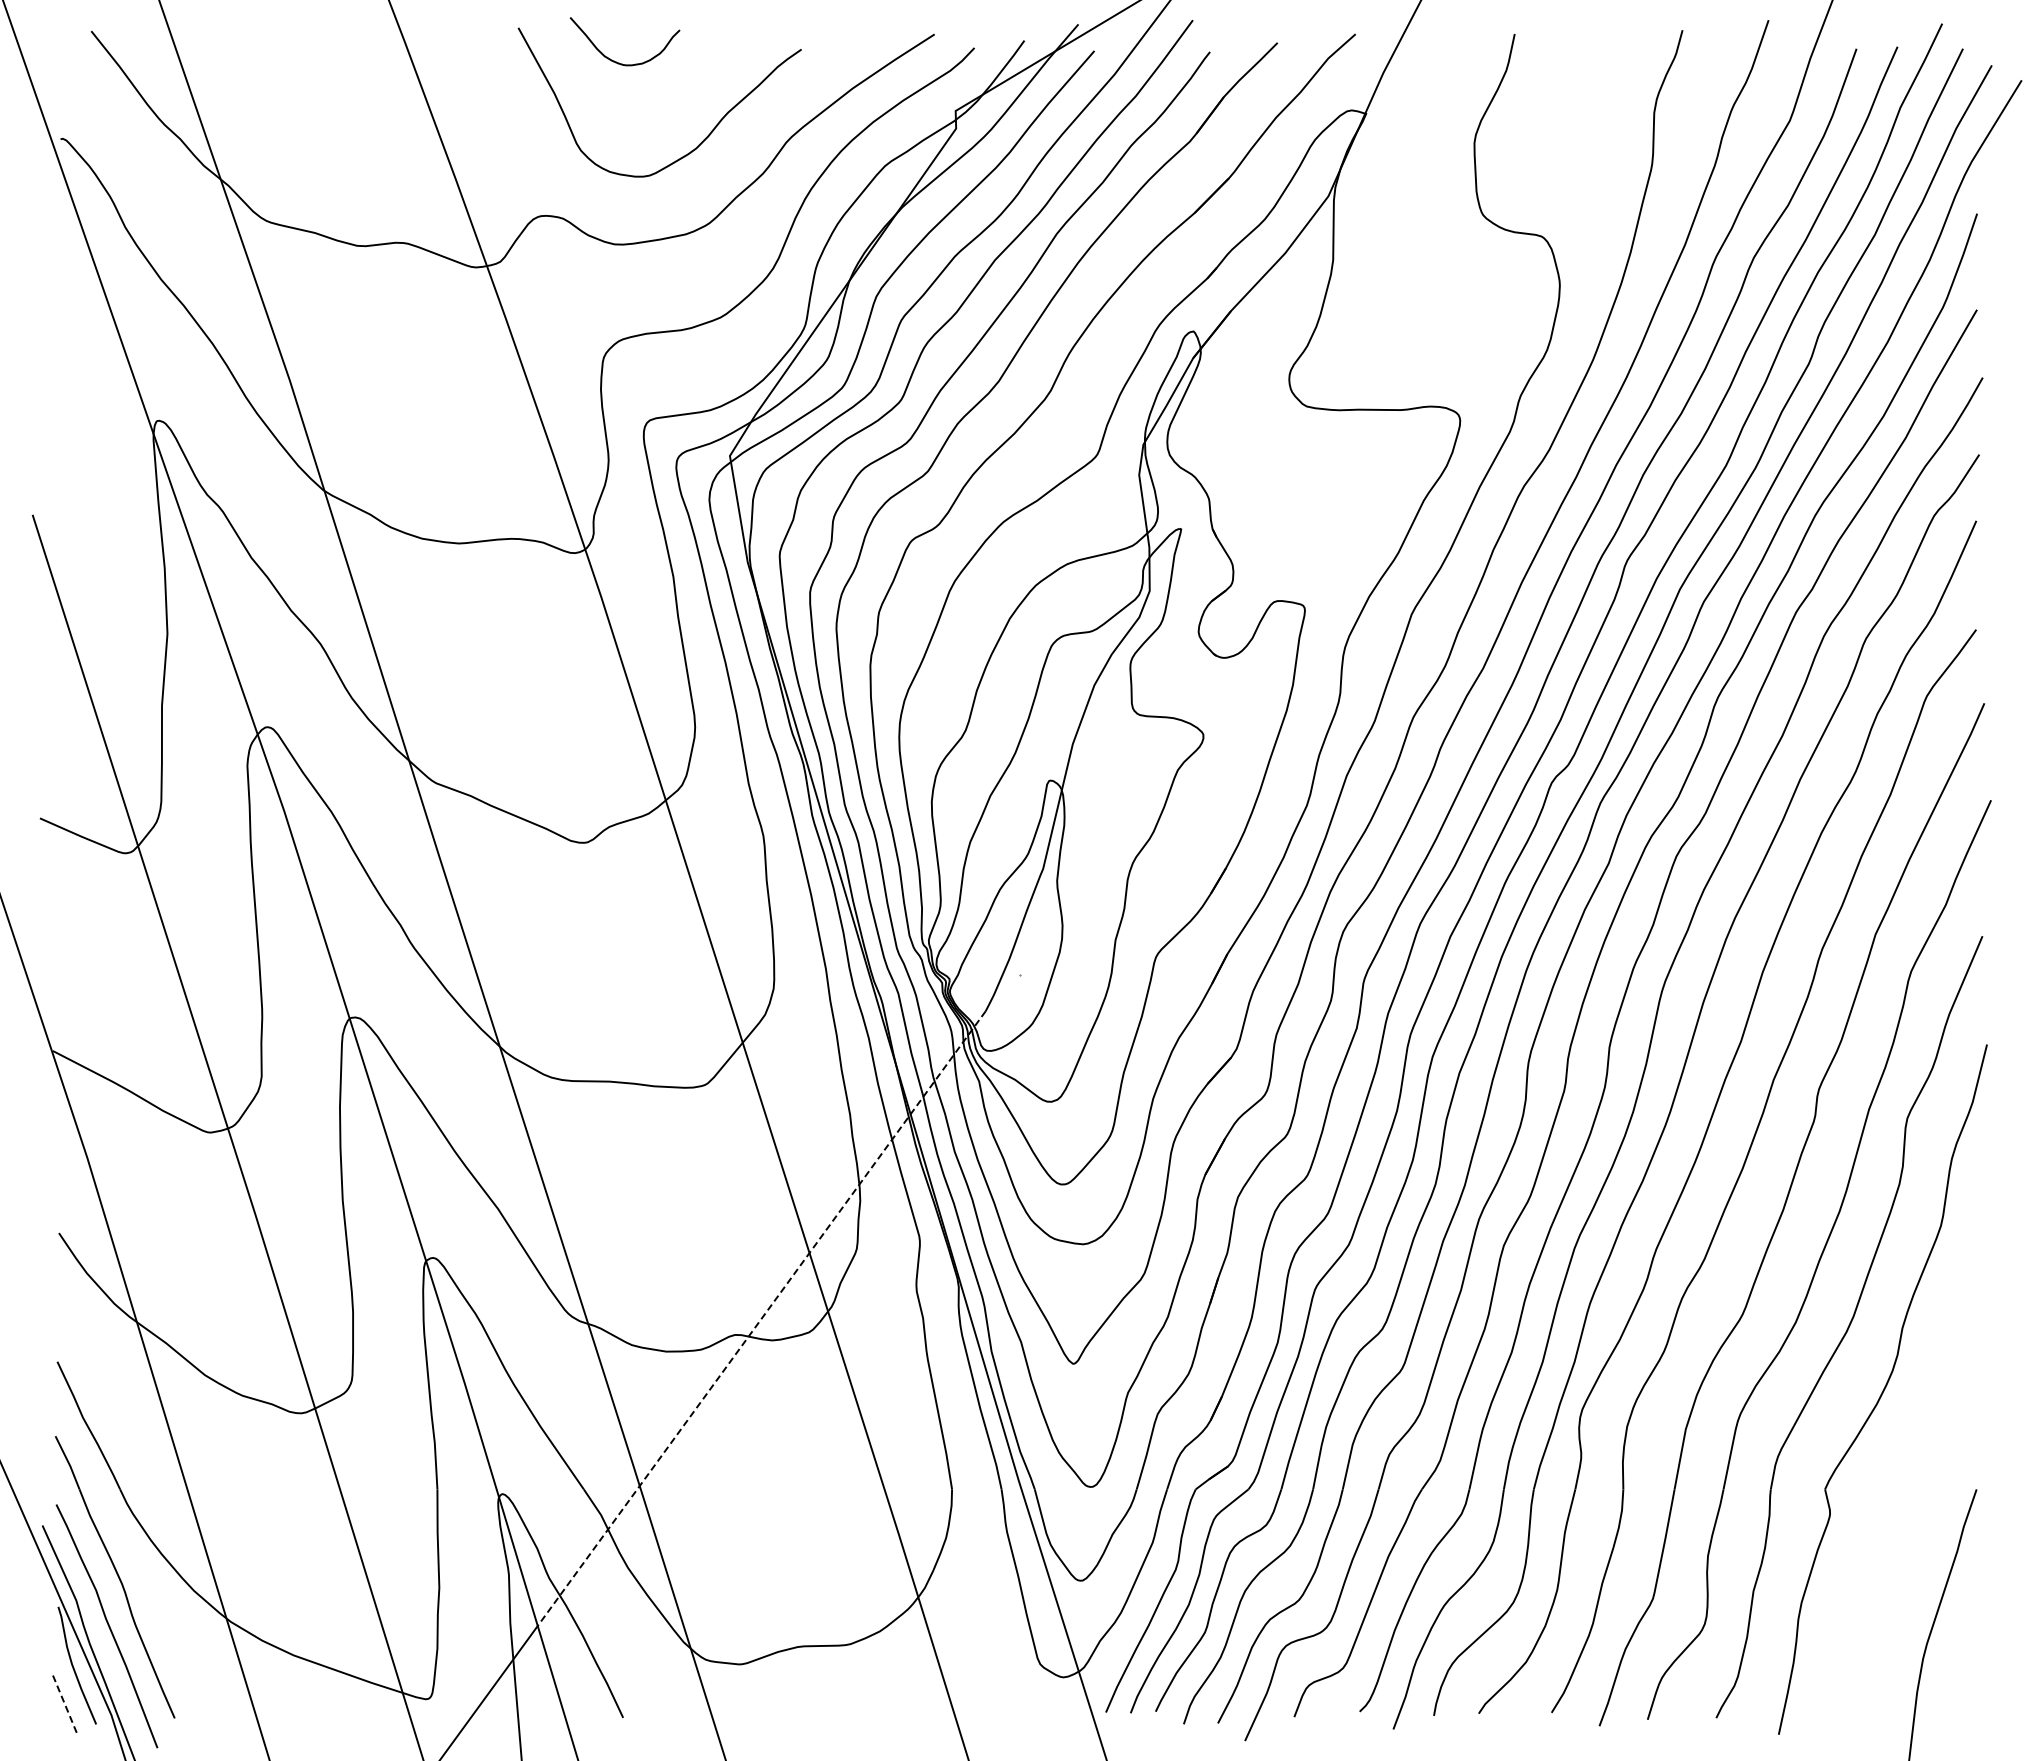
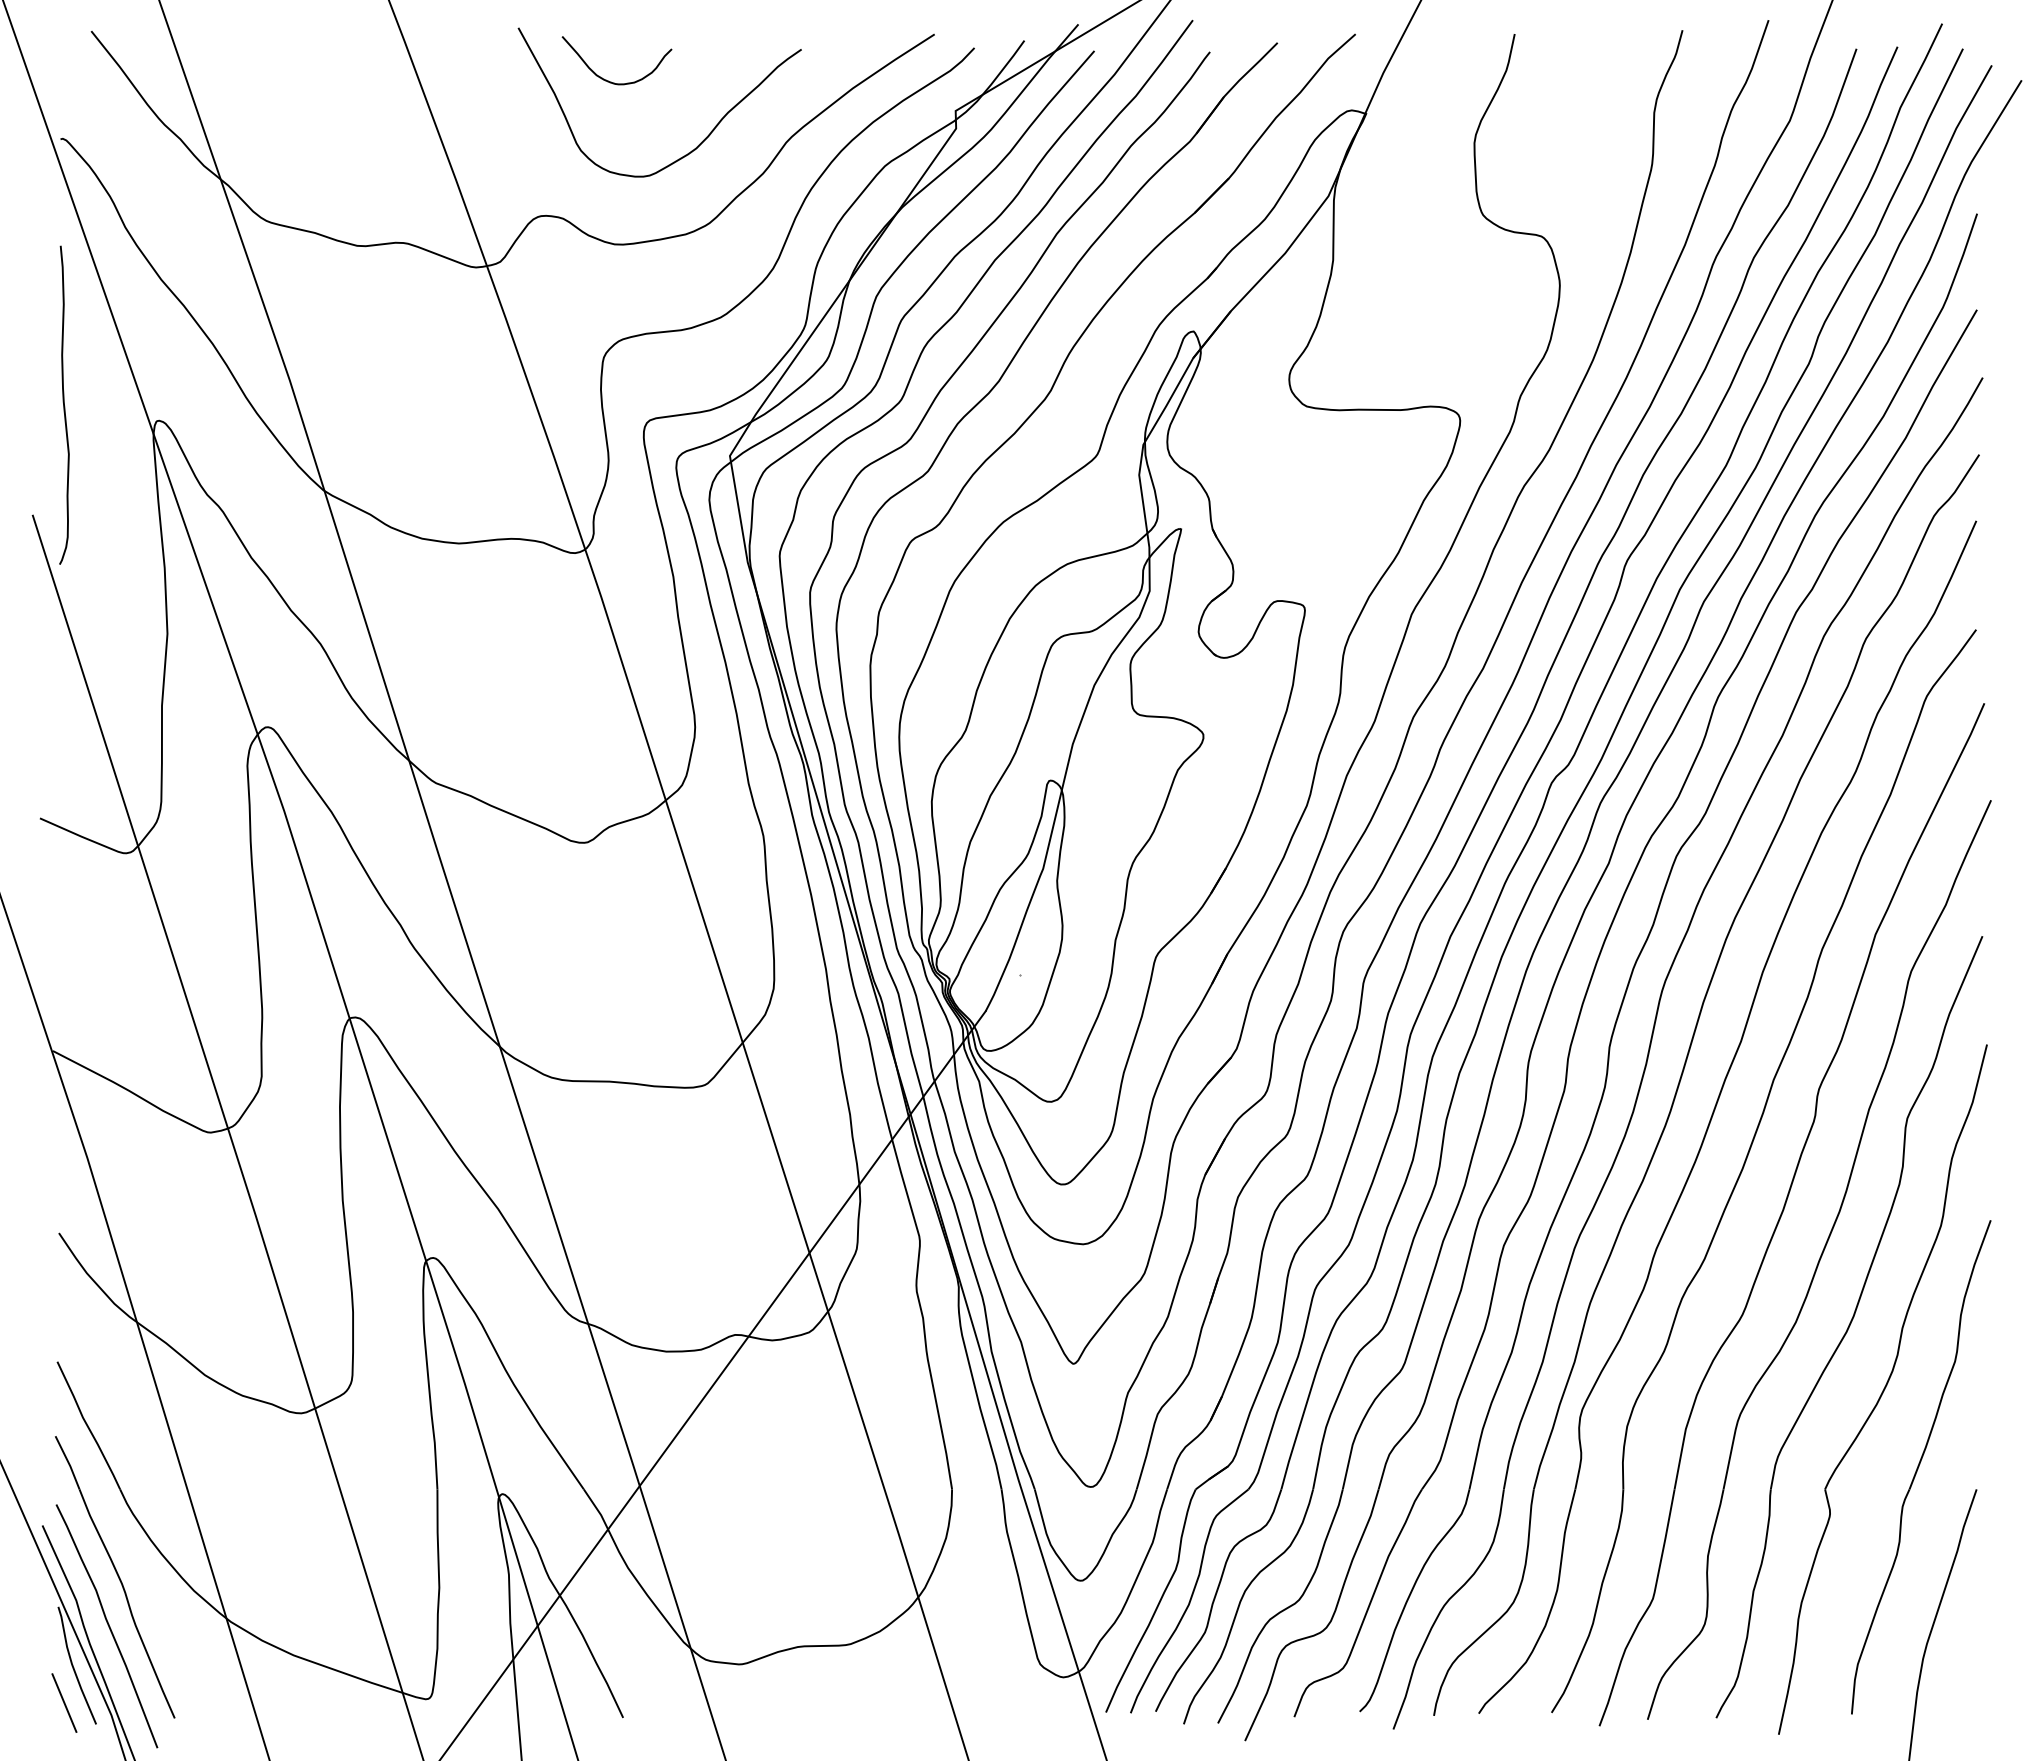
curve at (614, 60) position: (614, 60) -> (606, 79)
curve at (64, 404): none -> present
line at (761, 1319): dashed -> solid
part at (1921, 1467): none -> present
line at (64, 1702): dashed -> solid
